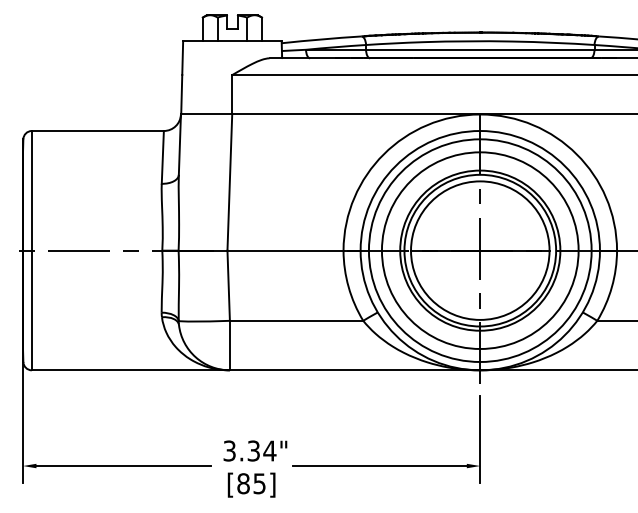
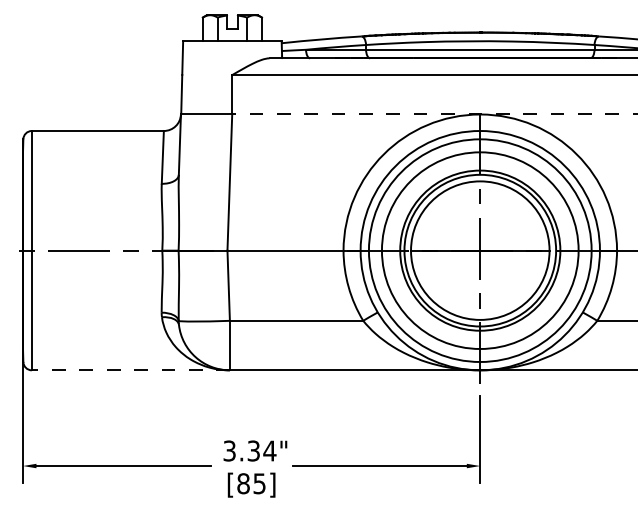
line at (434, 113): solid -> dashed
line at (130, 370): solid -> dashed
